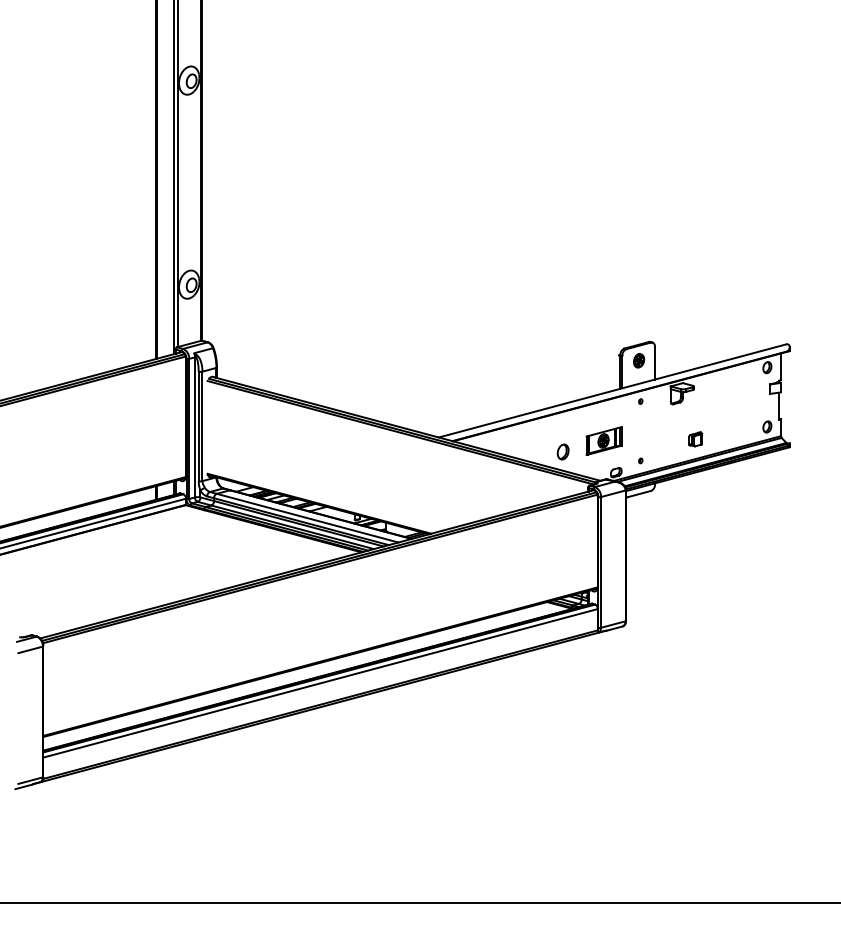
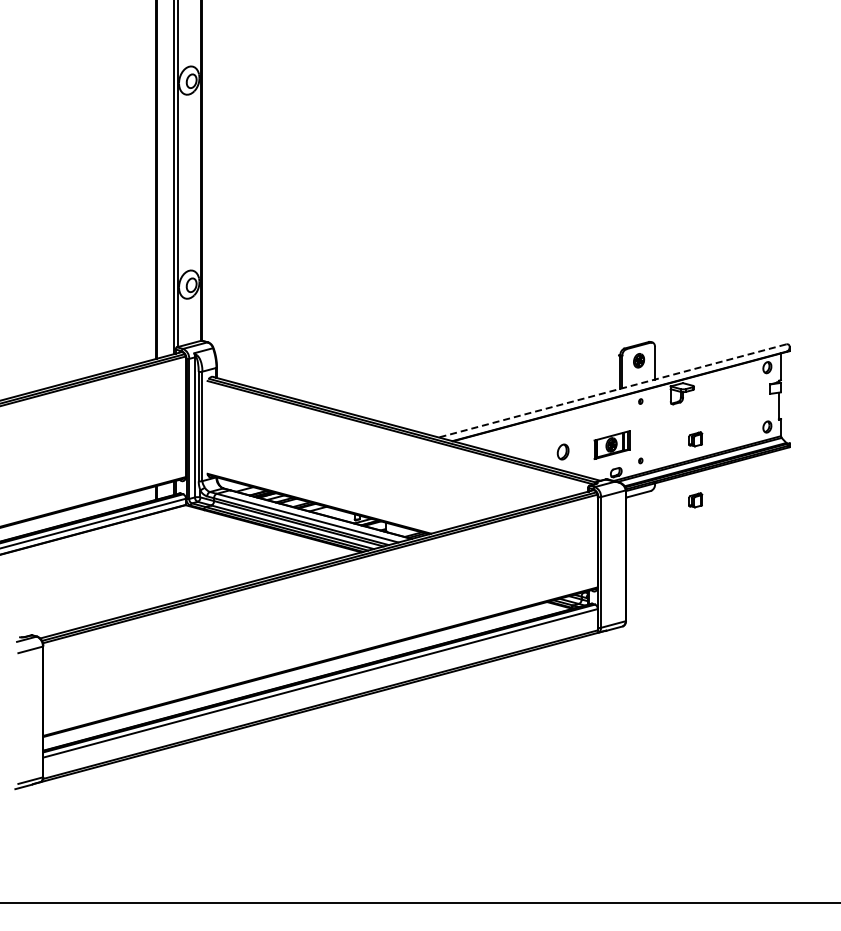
line at (612, 390): solid -> dashed
part at (603, 440) position: (603, 440) -> (611, 444)
part at (695, 500): none -> present
